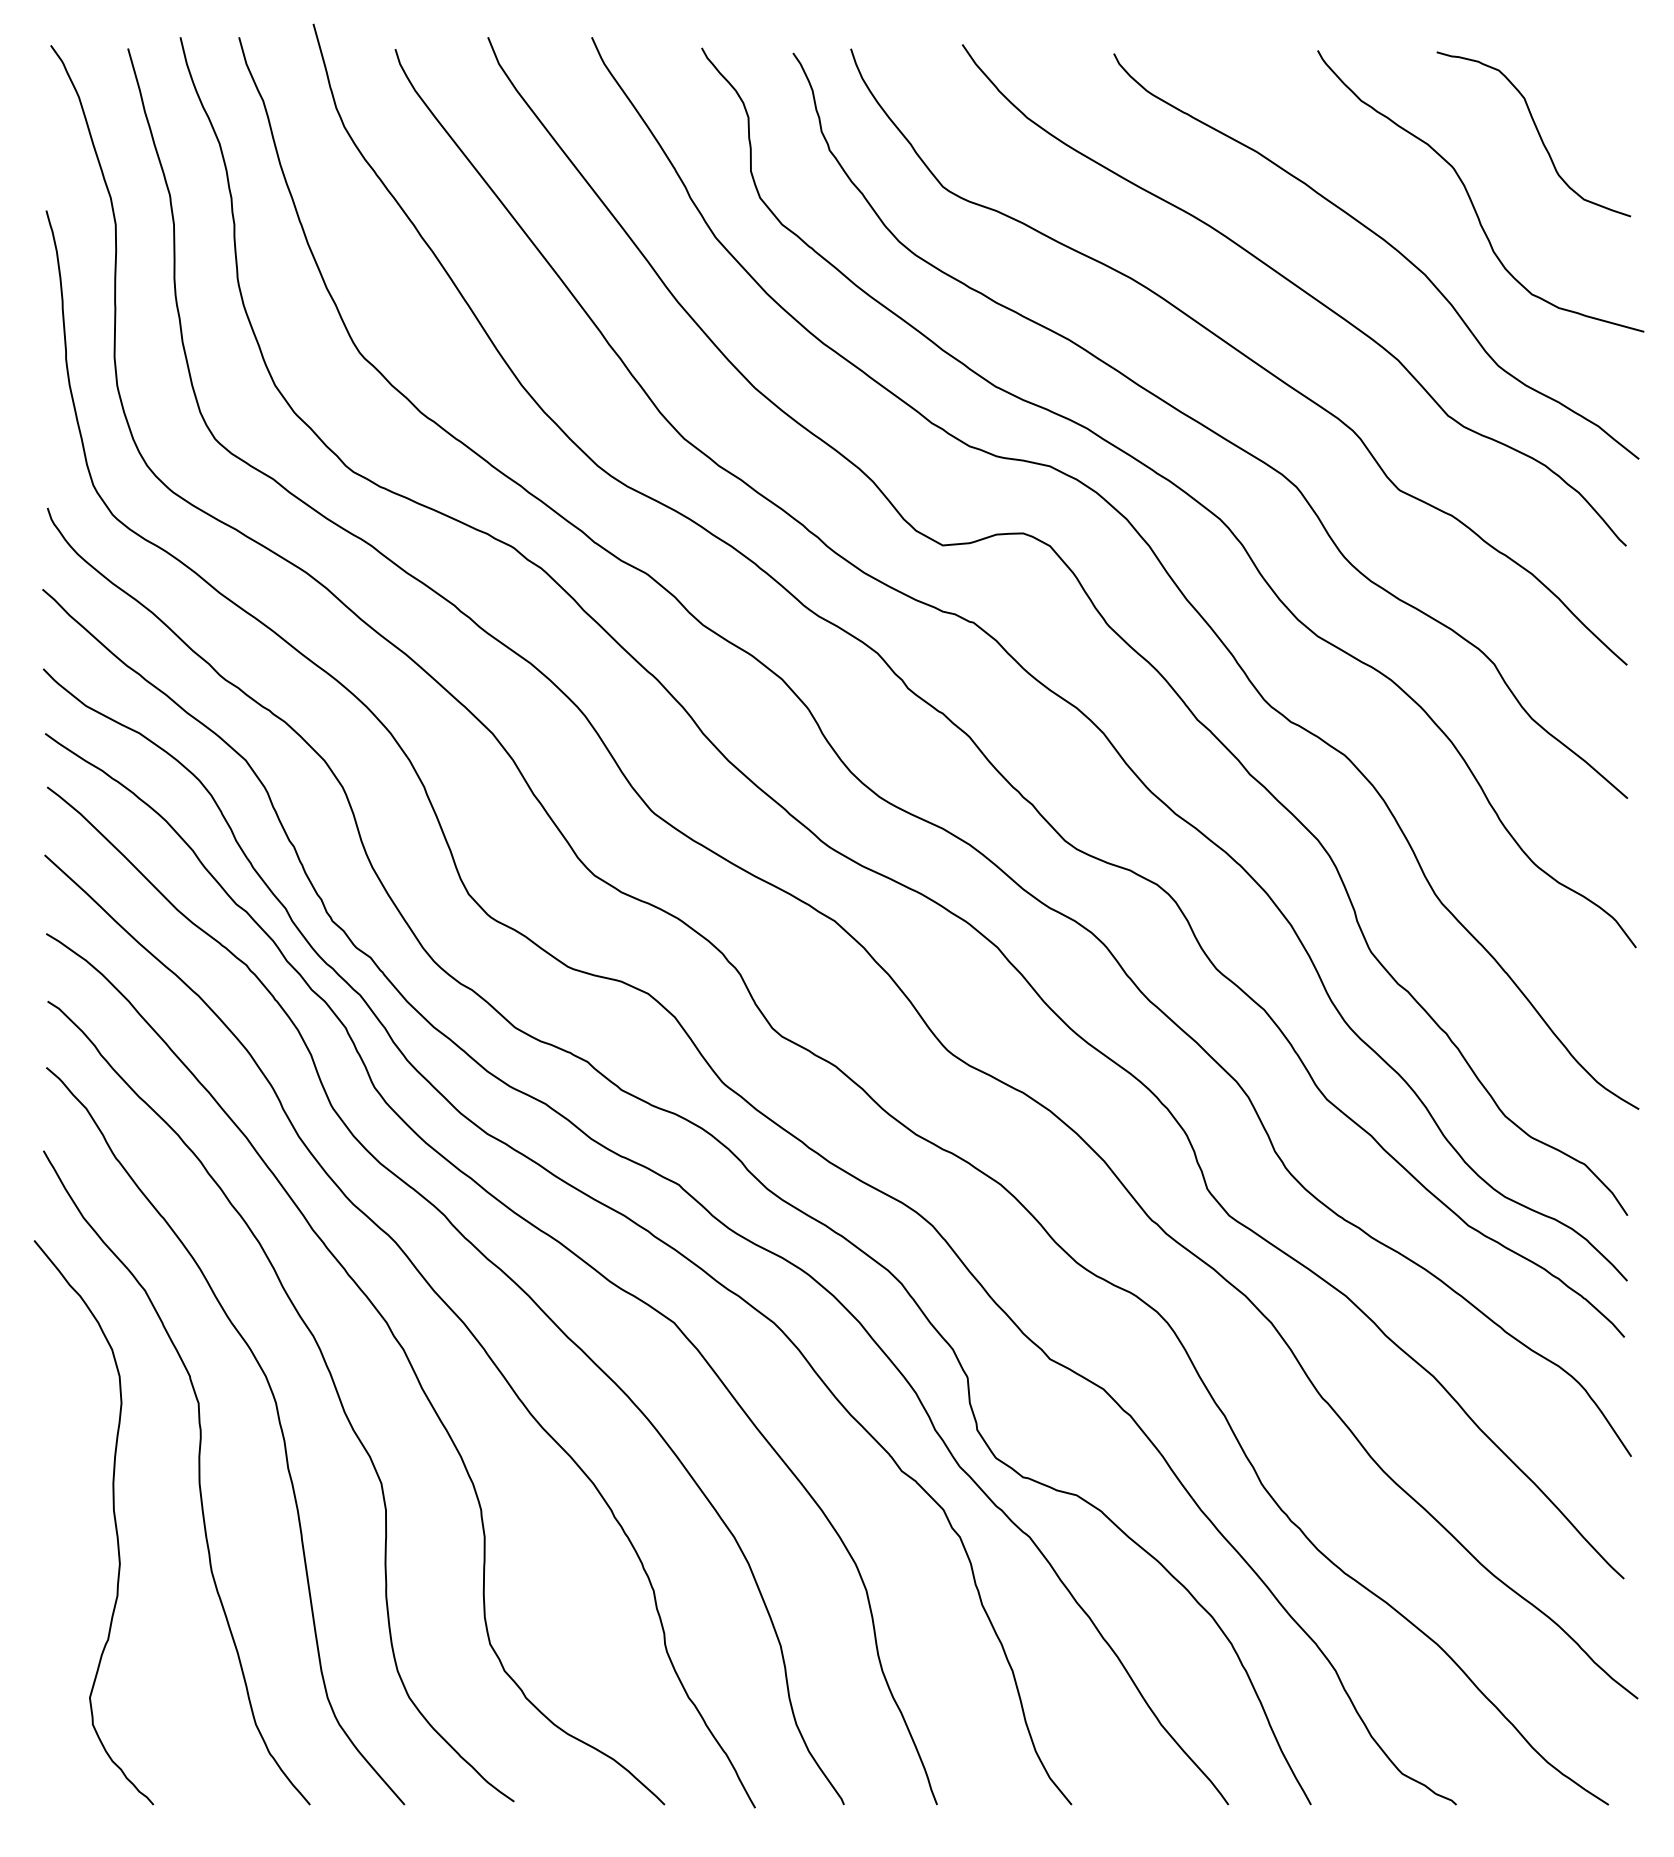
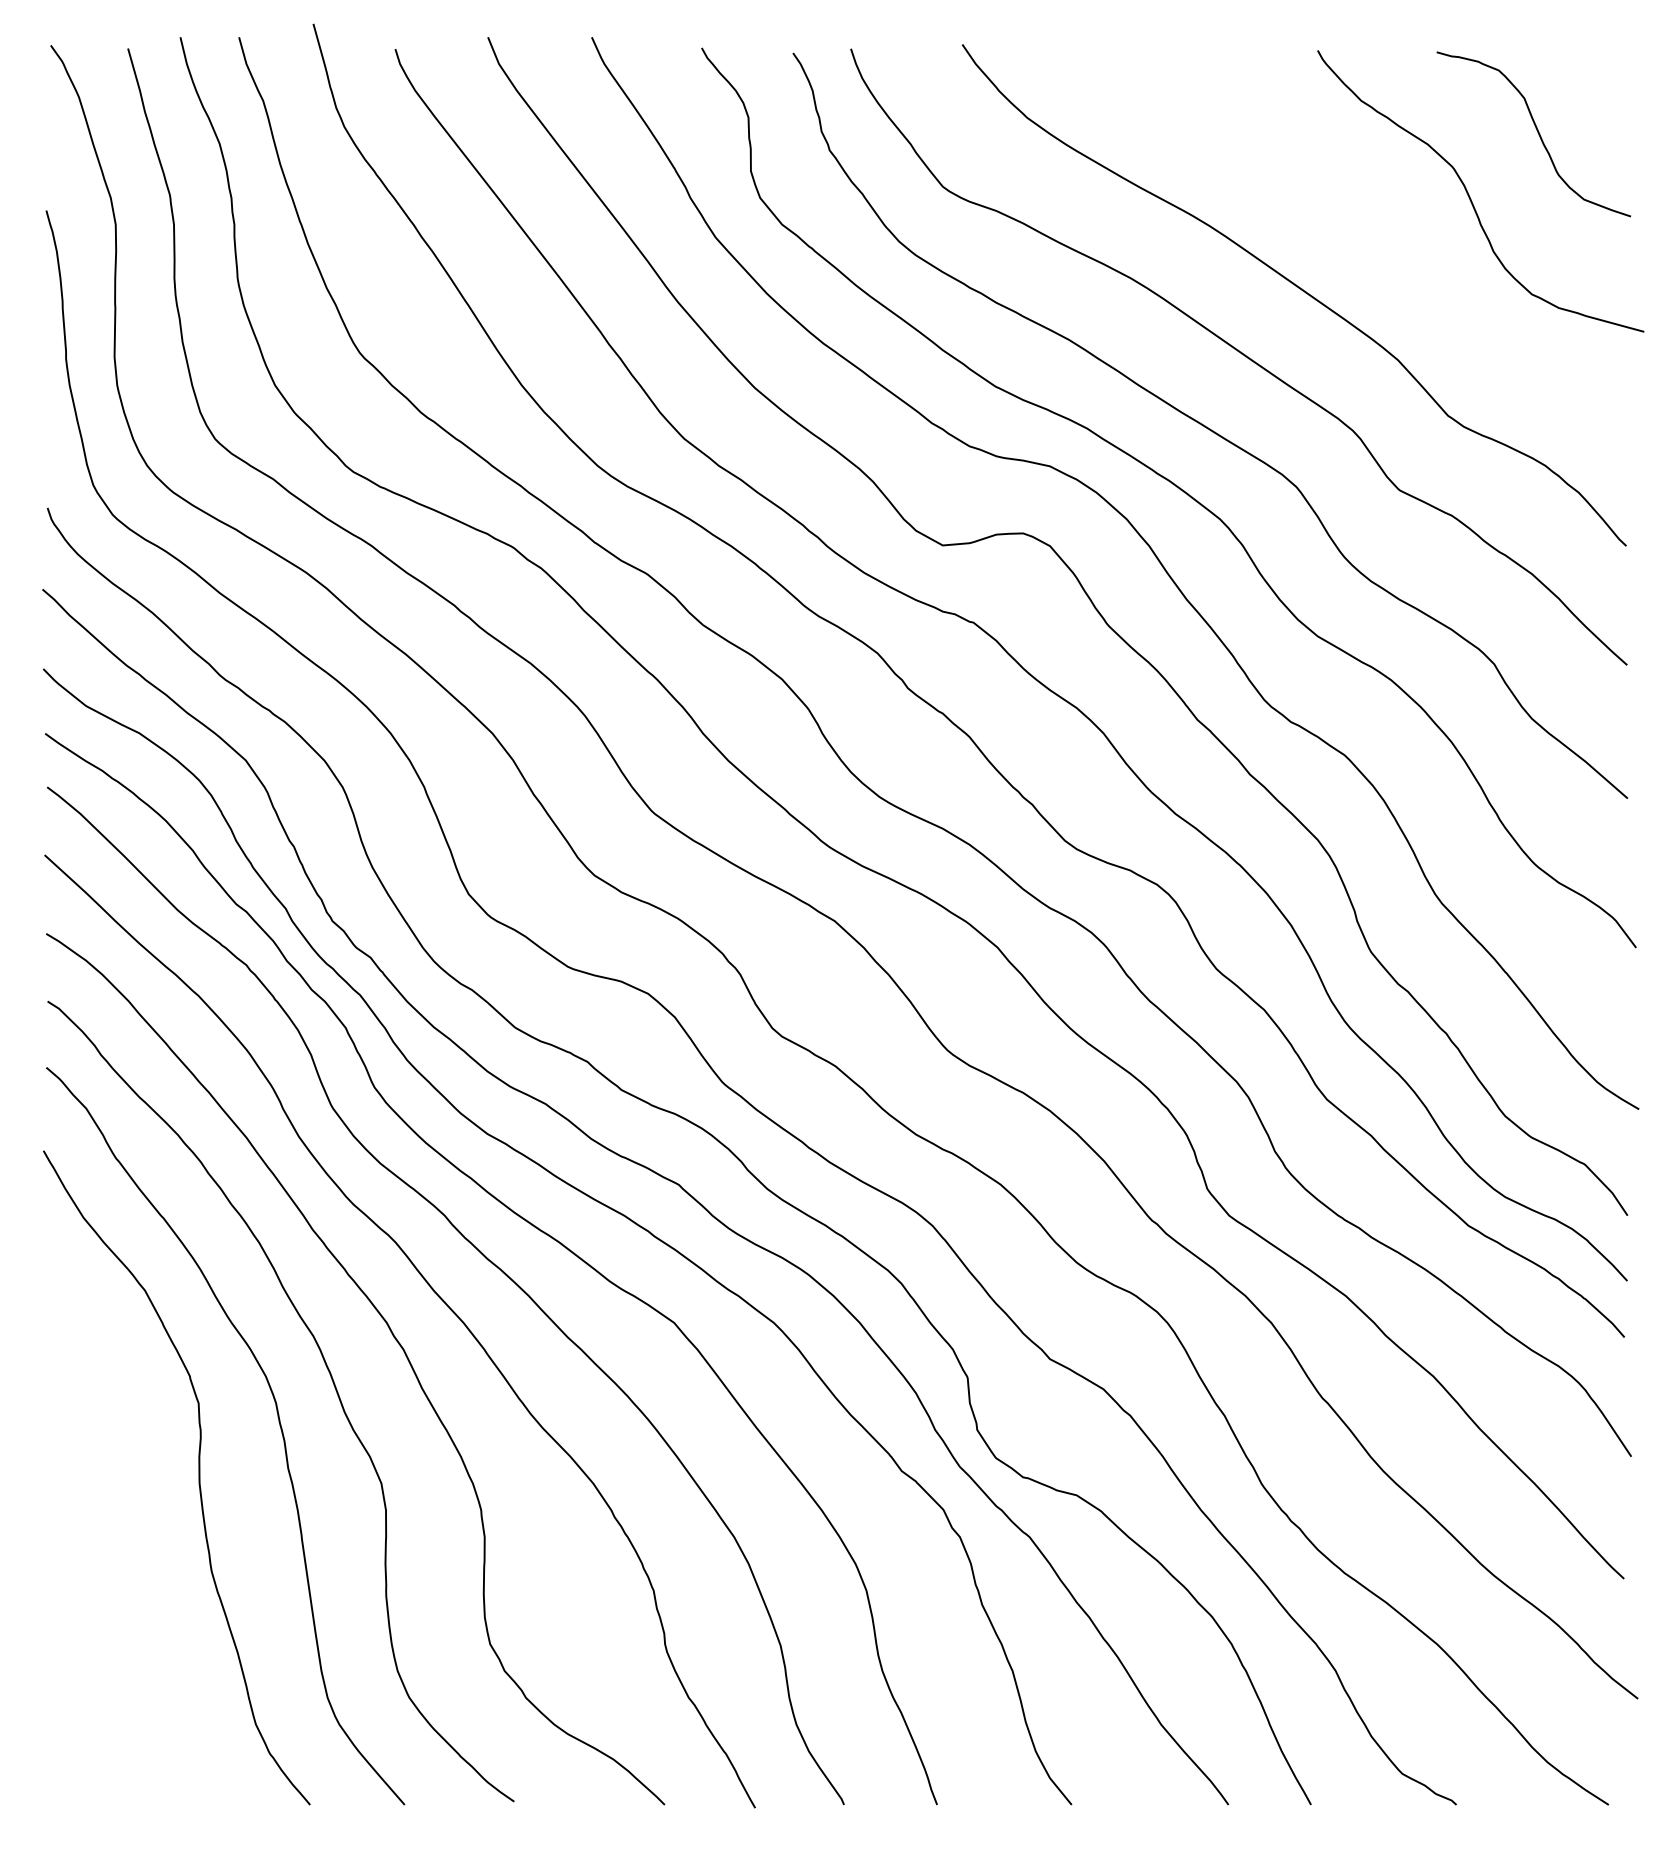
curve at (1386, 243): present -> none
curve at (113, 1516): present -> none
